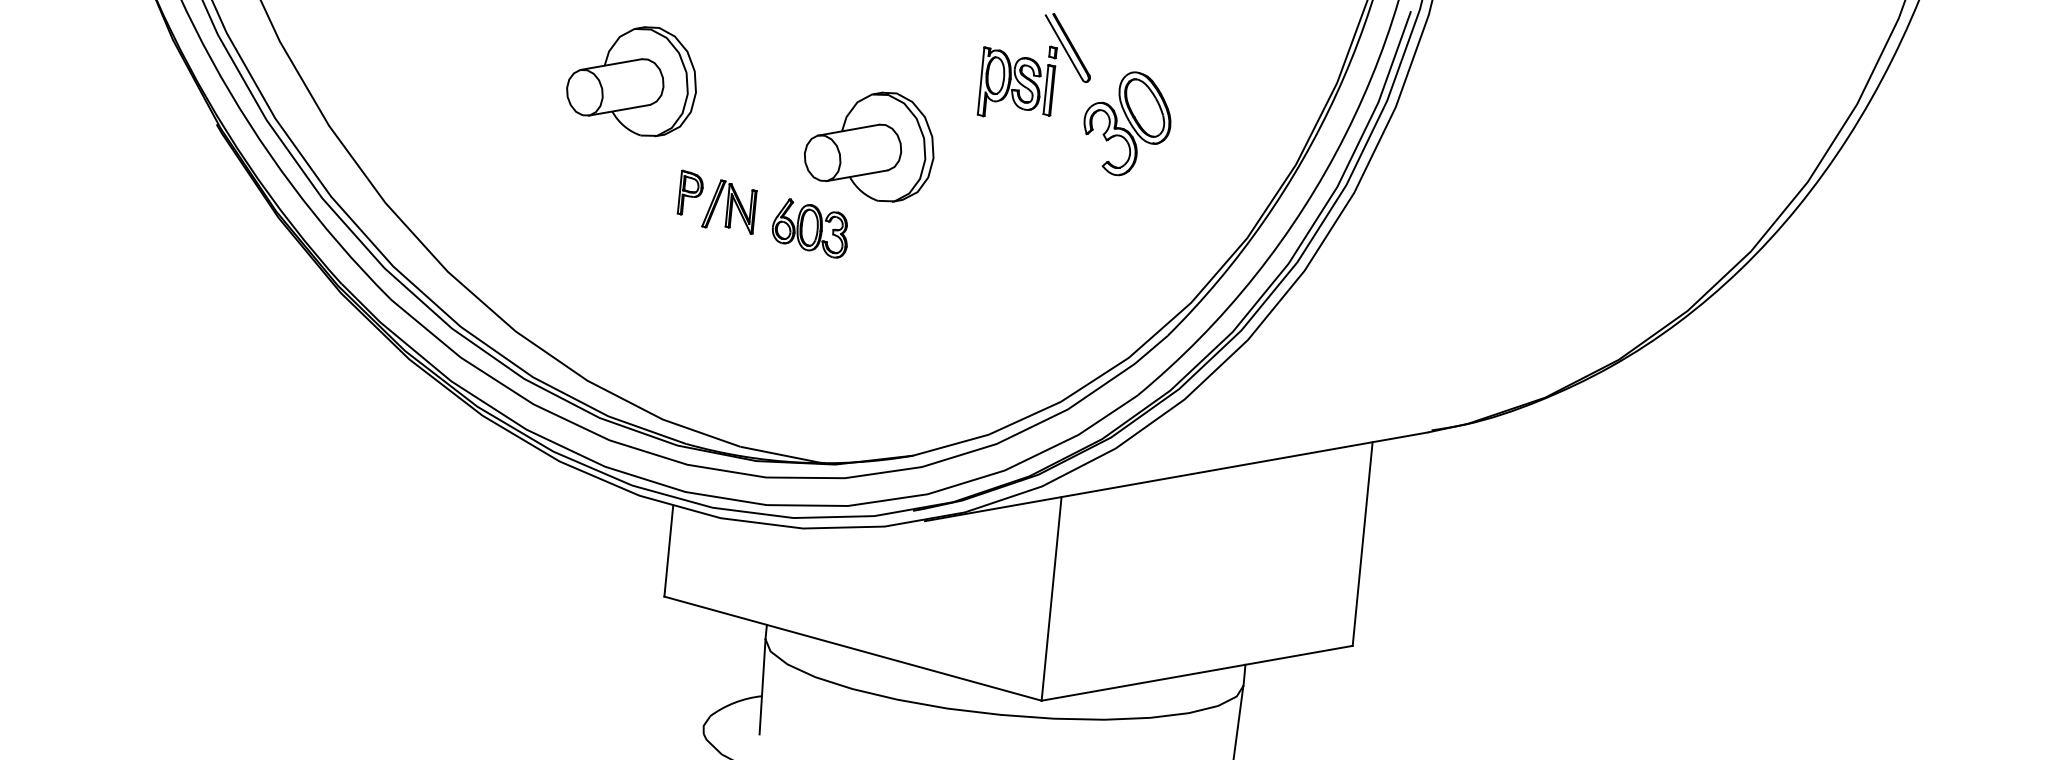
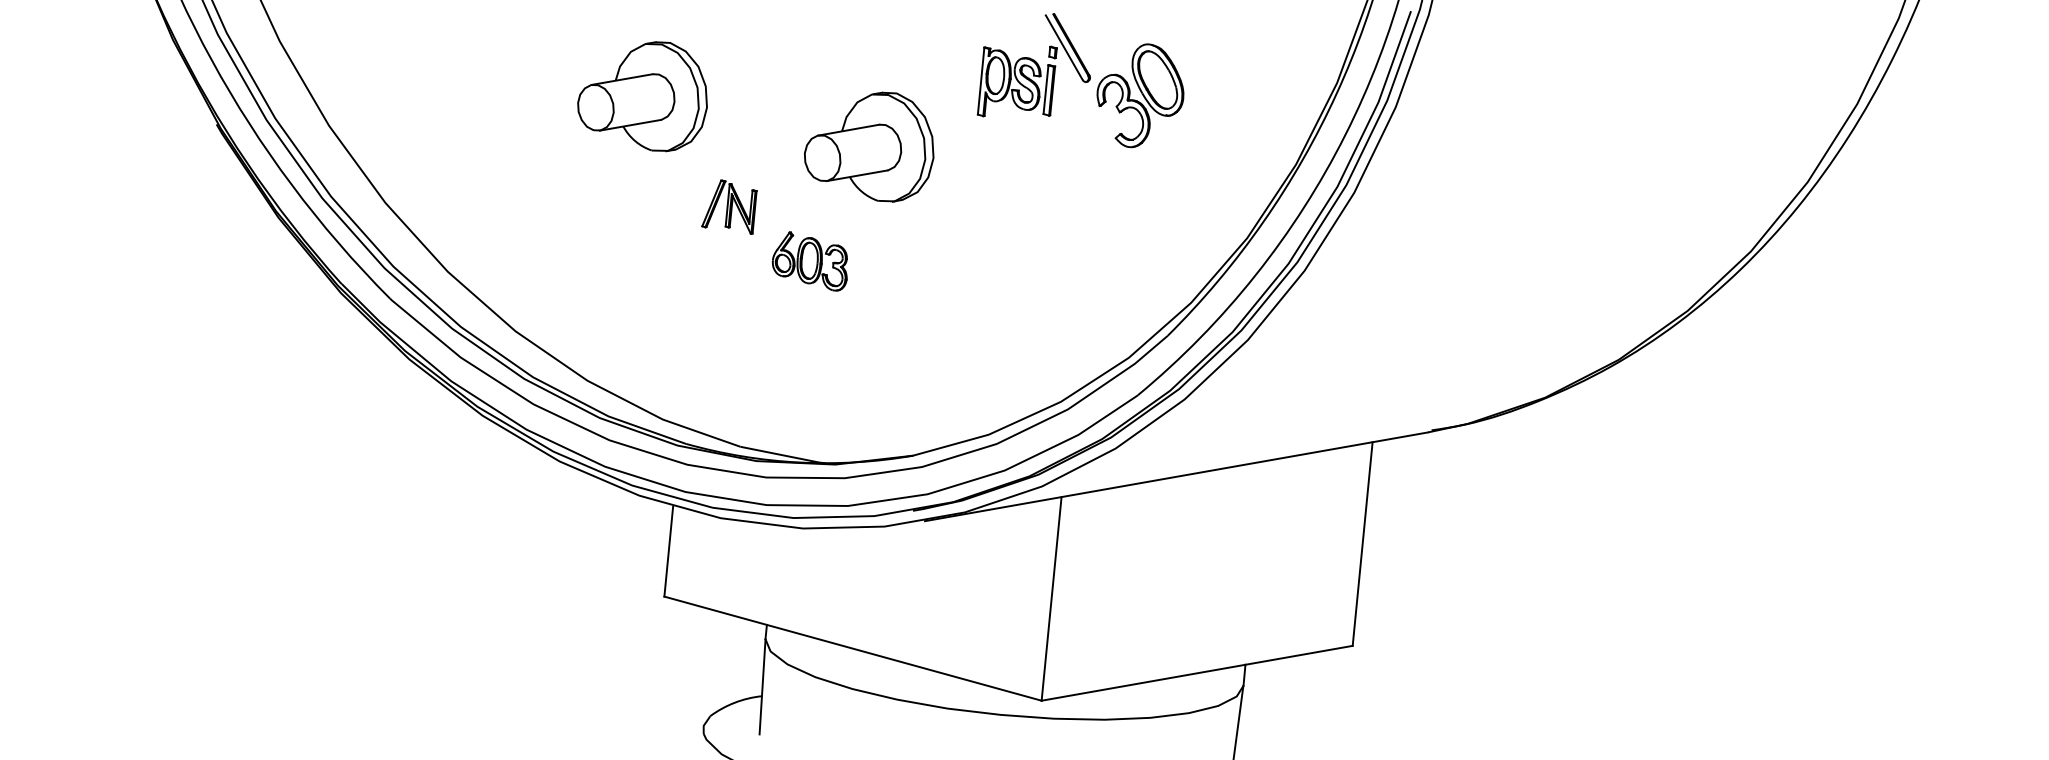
part at (631, 81) position: (631, 81) -> (642, 96)
part at (1127, 123) position: (1127, 123) -> (1140, 95)
part at (689, 192): present -> none
part at (809, 228) position: (809, 228) -> (809, 261)
